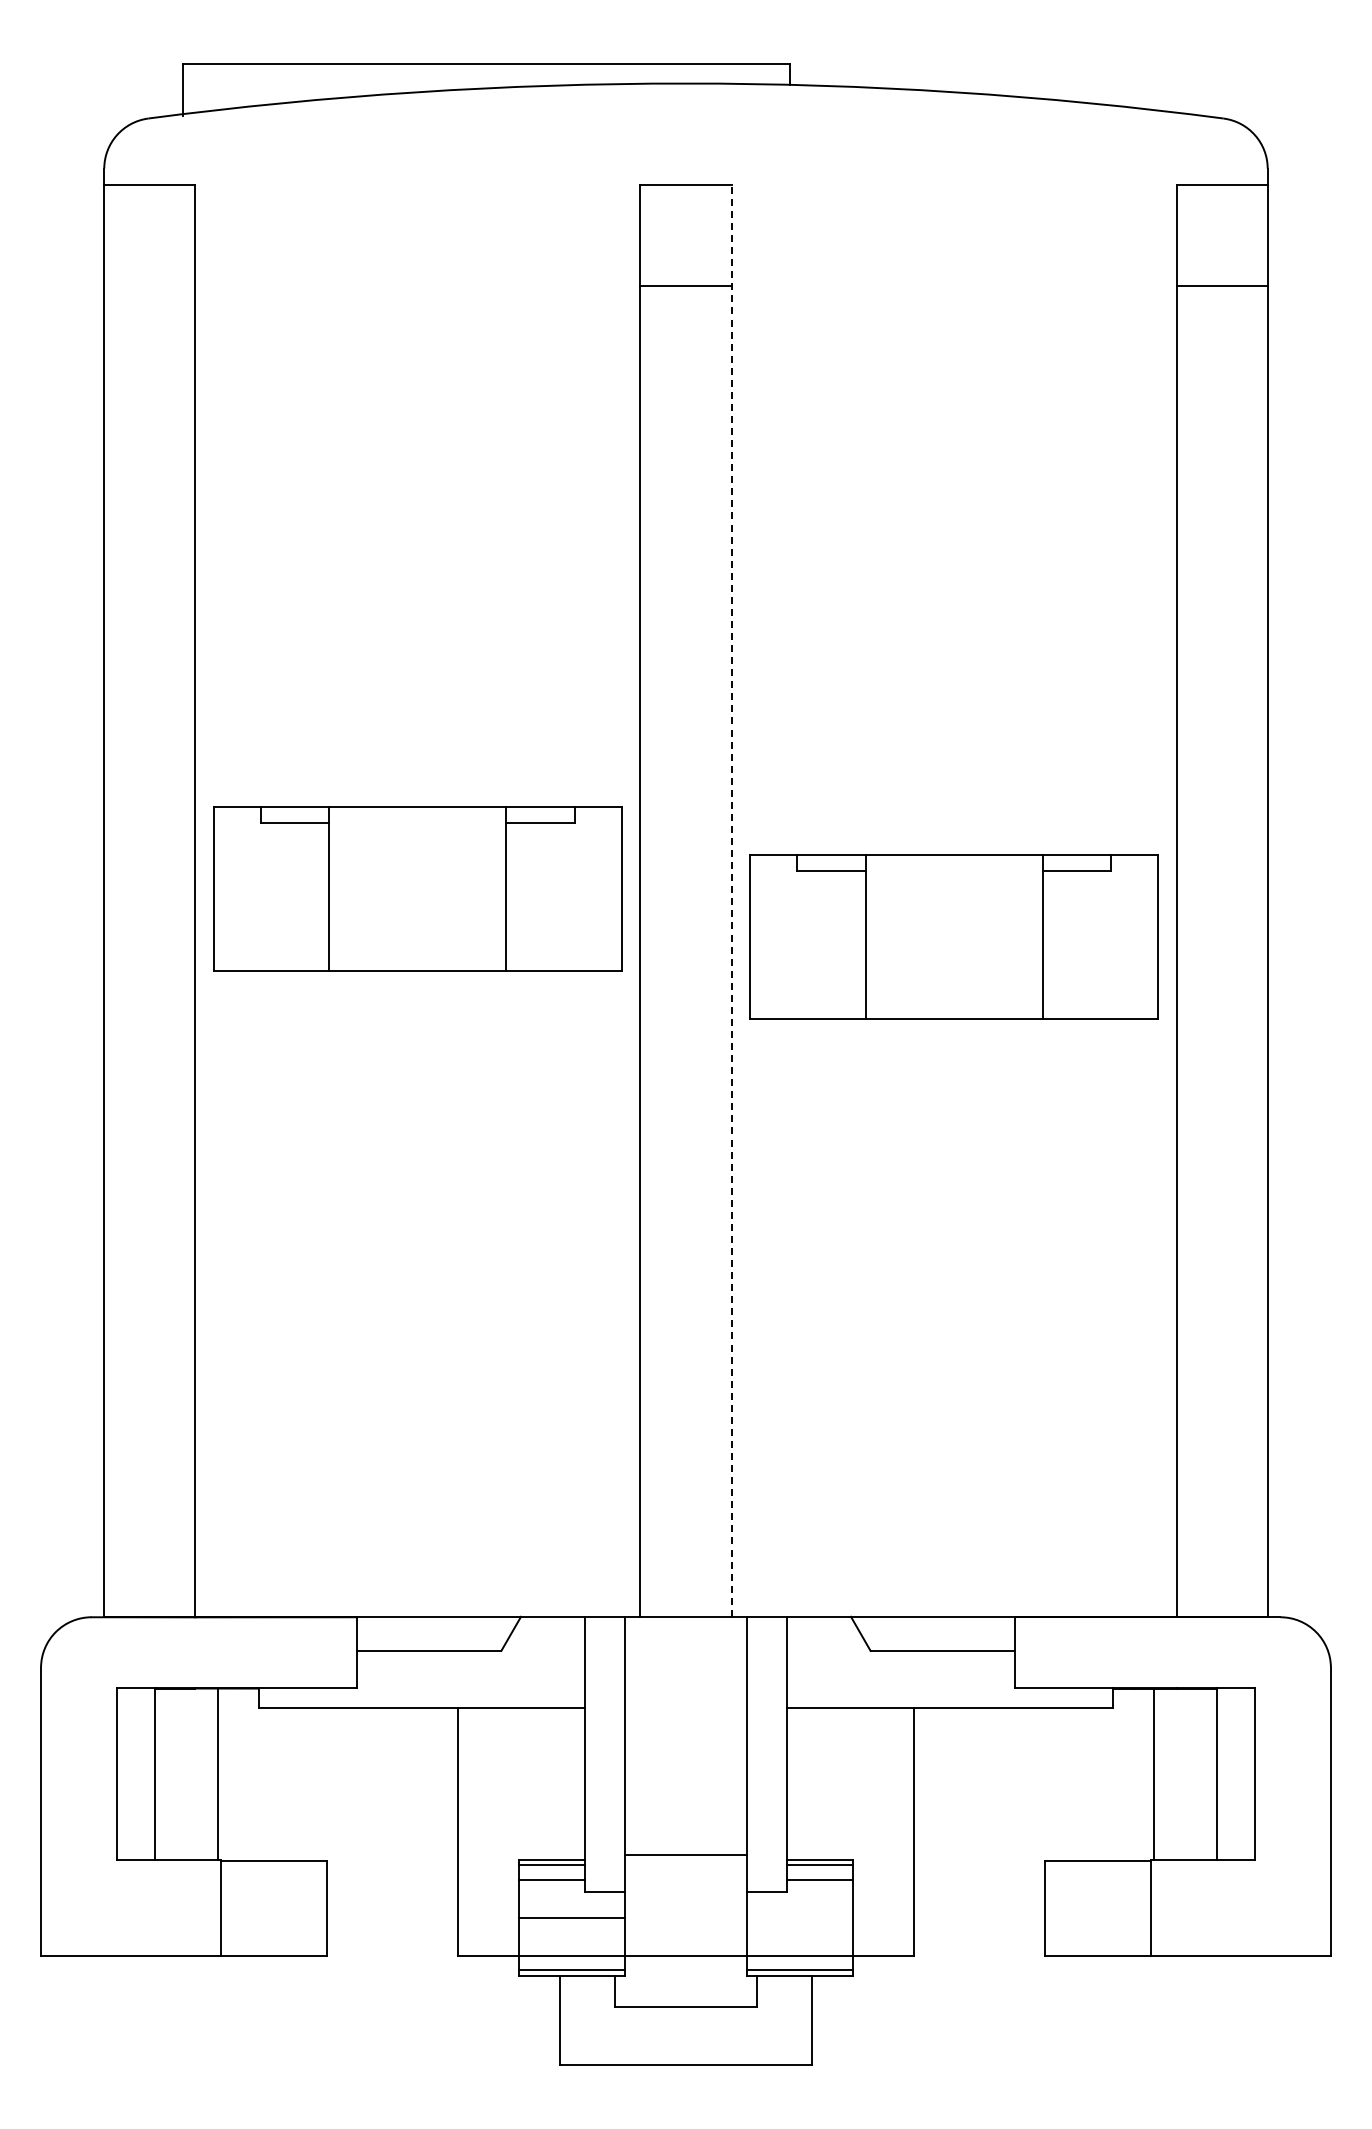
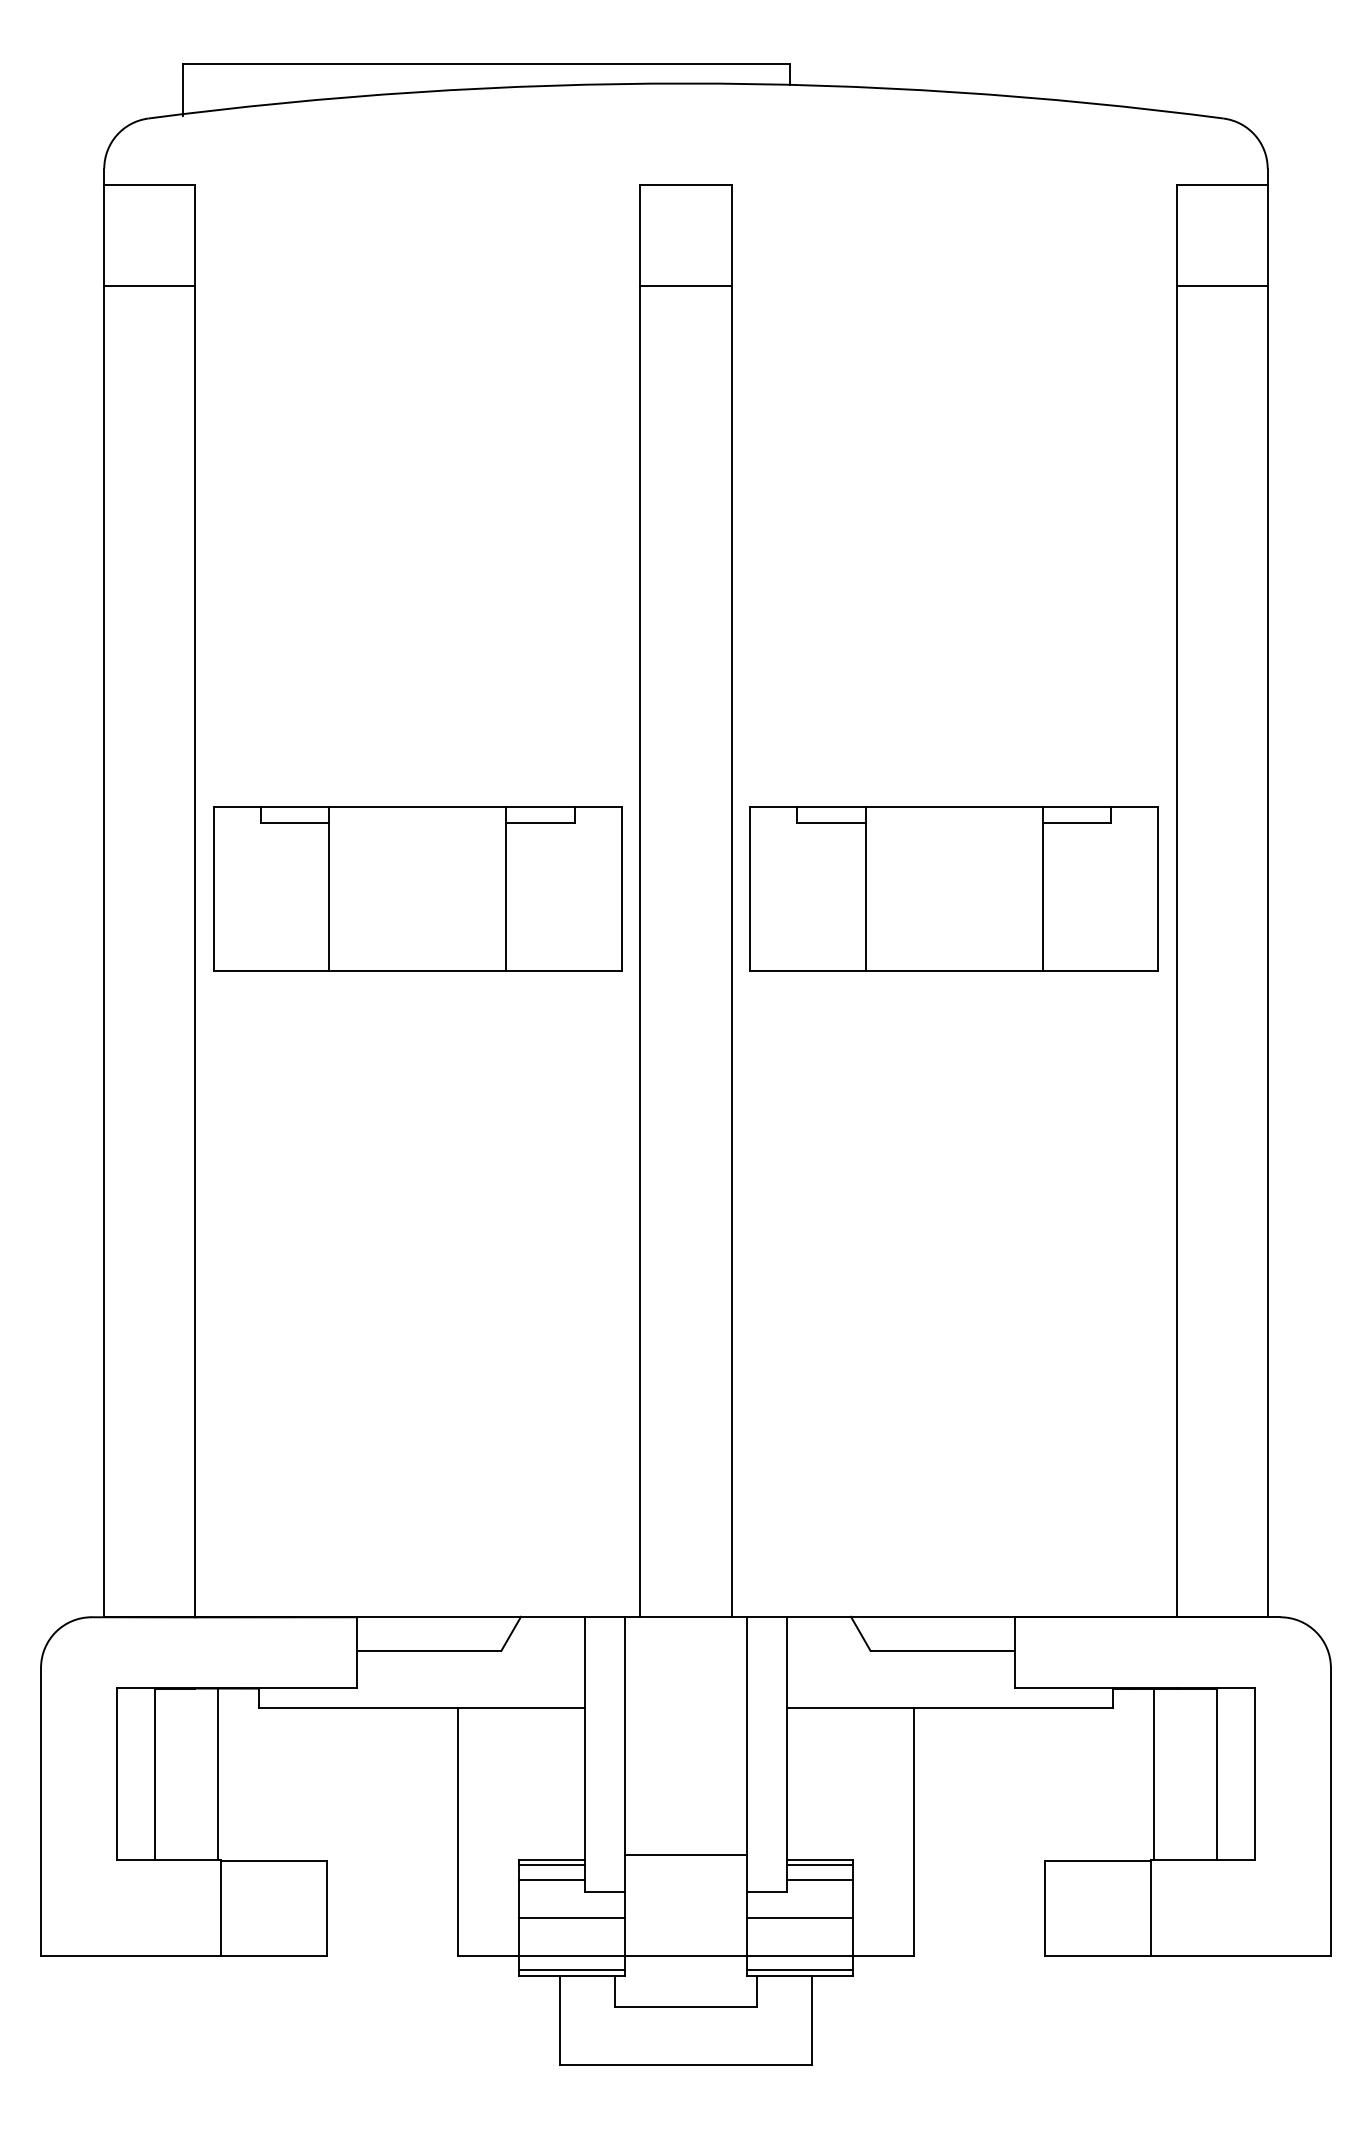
line at (149, 286): none -> present
line at (731, 901): dashed -> solid
part at (953, 936) position: (953, 936) -> (953, 888)
line at (799, 1917): none -> present
